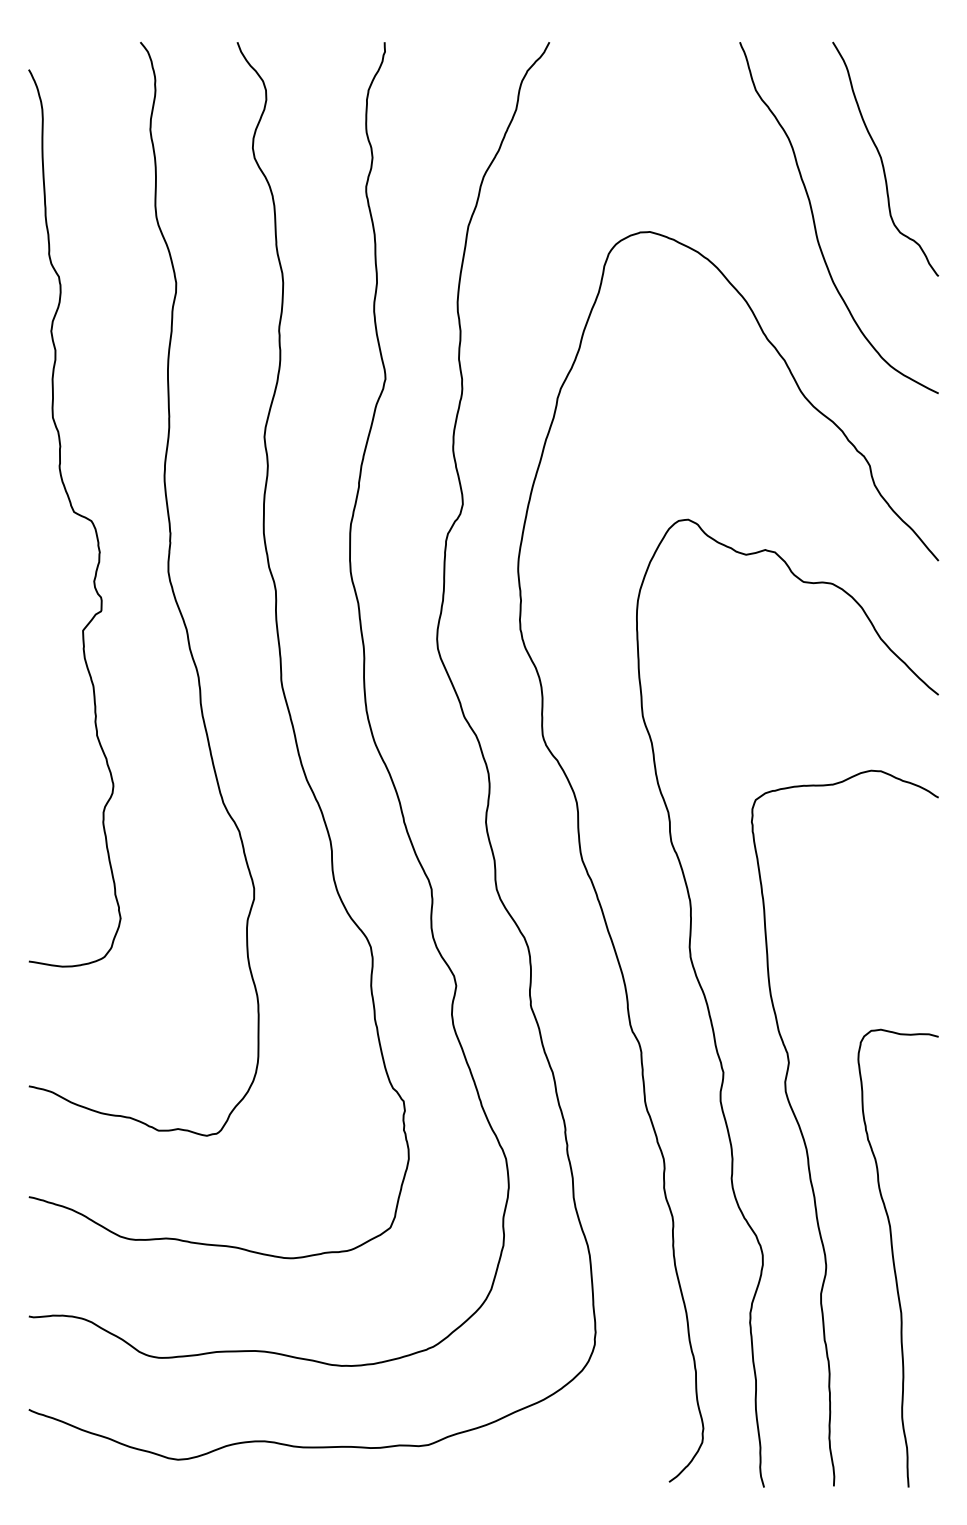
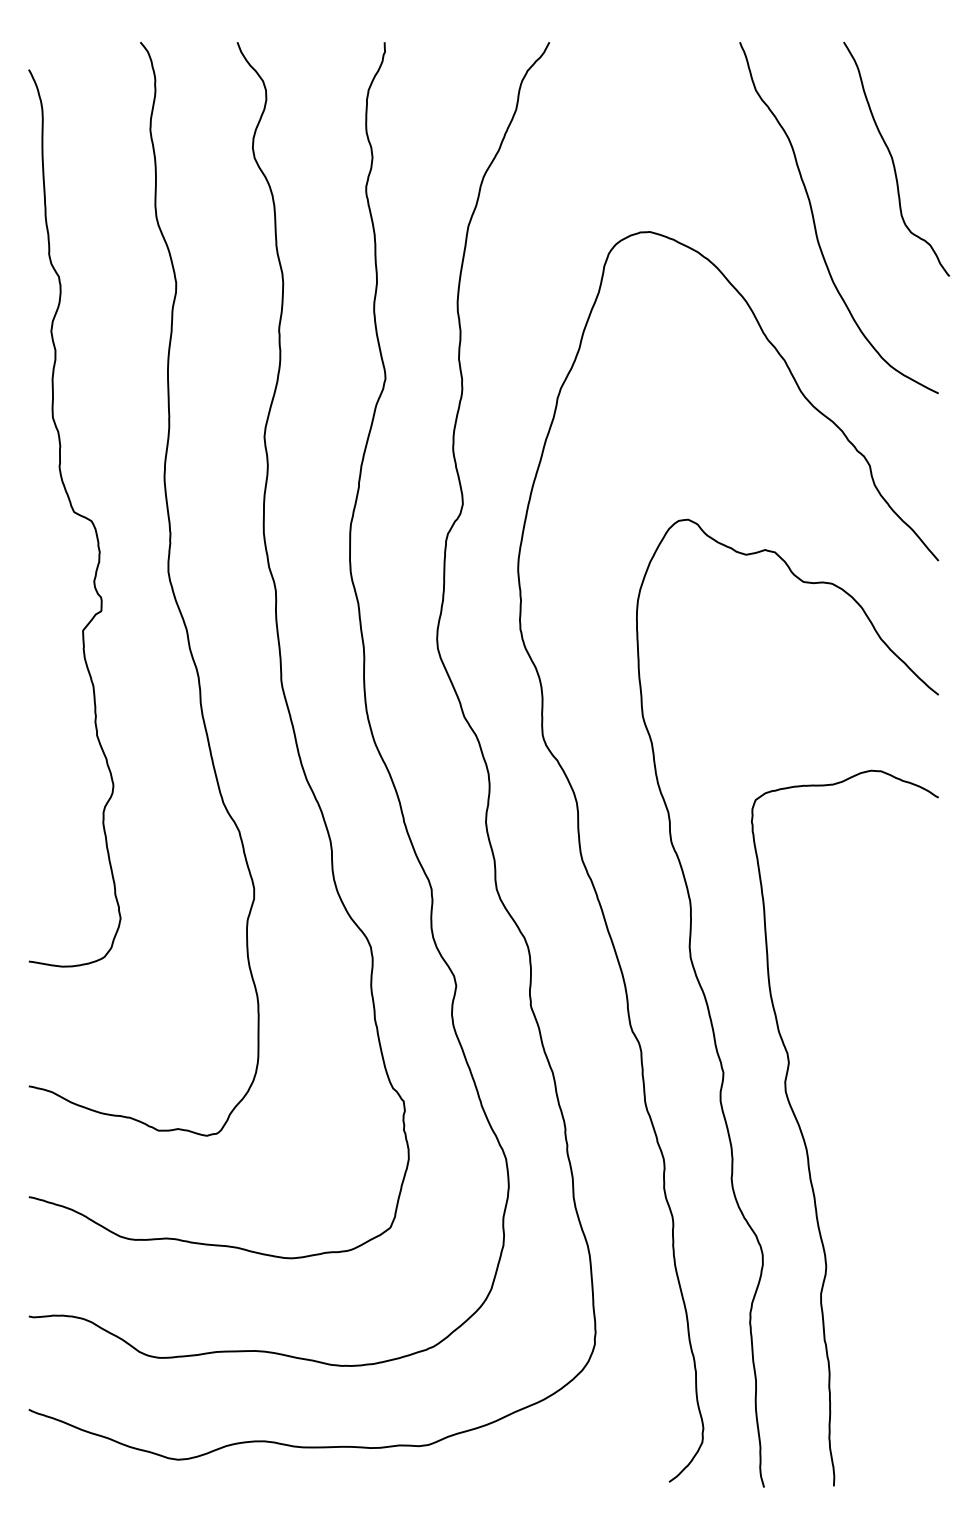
curve at (882, 158) position: (882, 158) -> (893, 158)
curve at (894, 1258): present -> none
